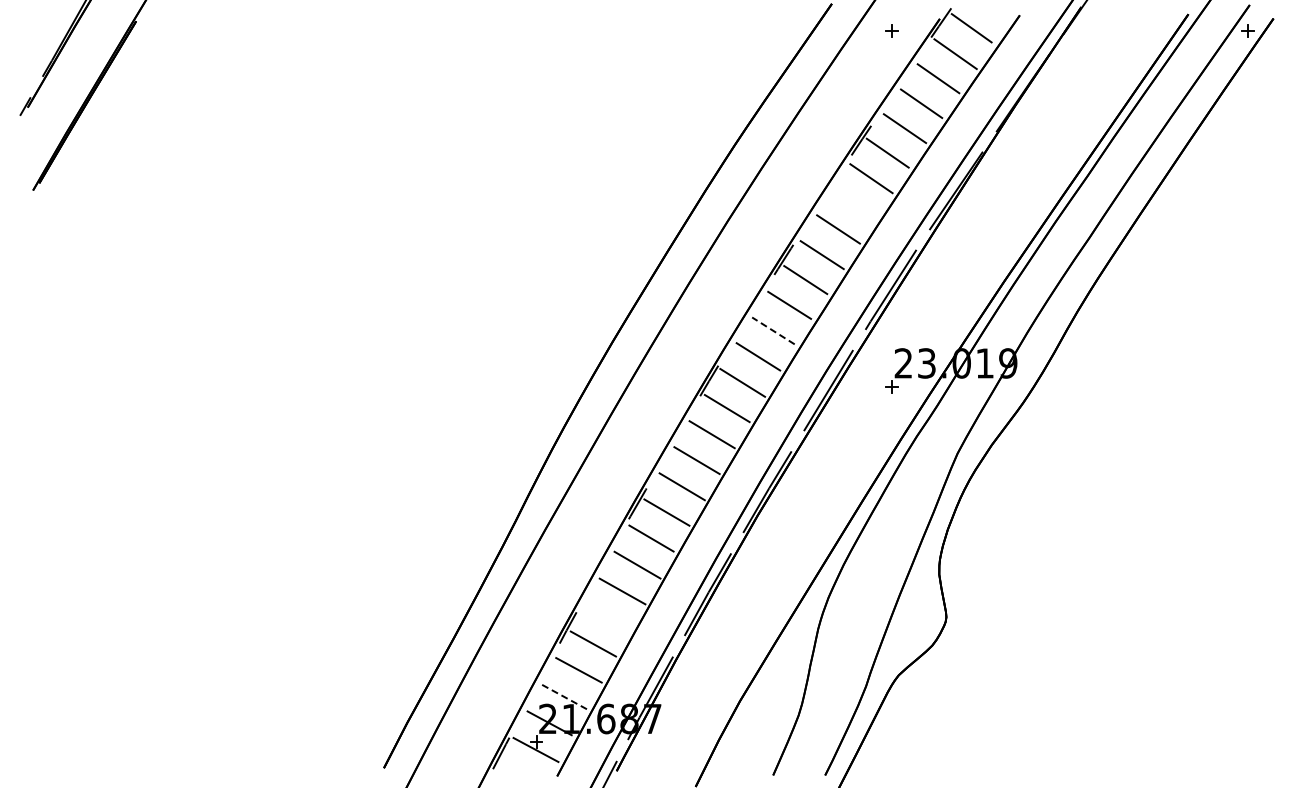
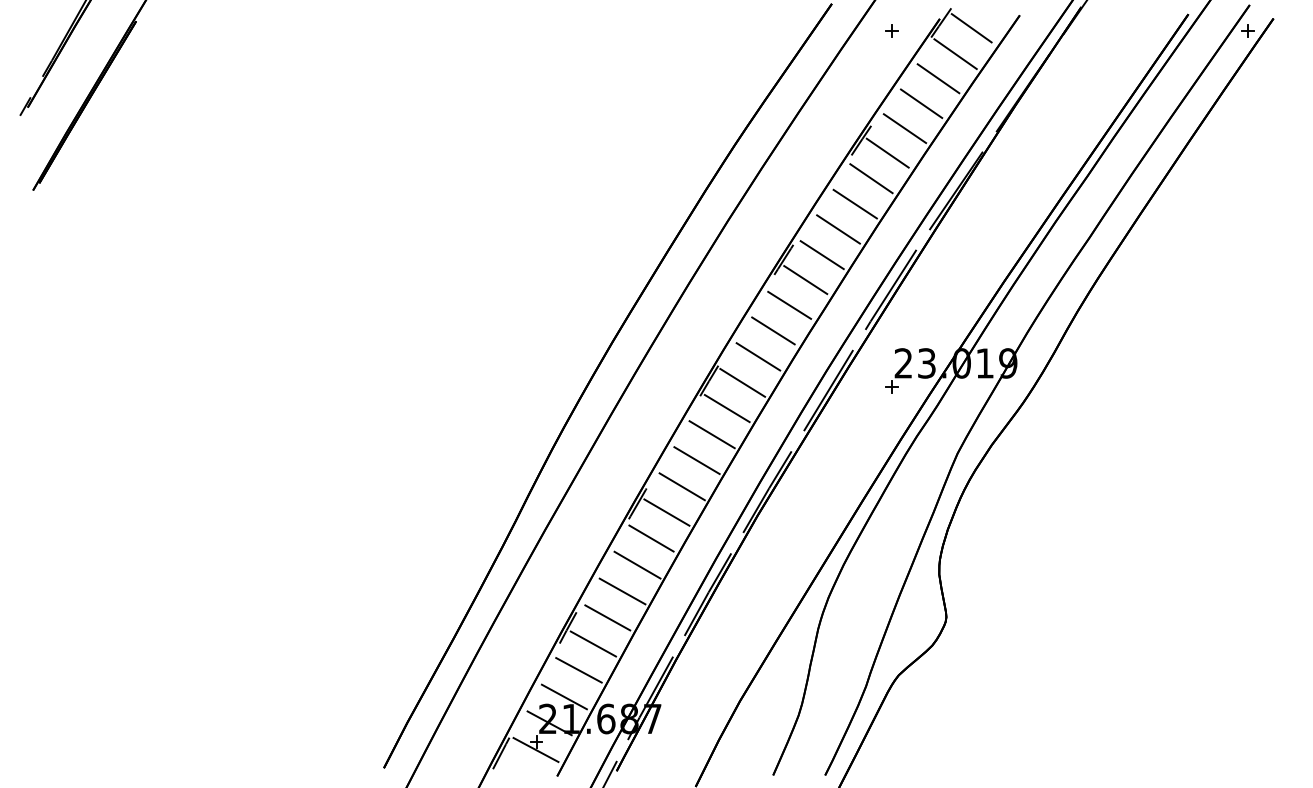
line at (854, 203): none -> present
line at (773, 330): dashed -> solid
line at (607, 617): none -> present
line at (564, 696): dashed -> solid
